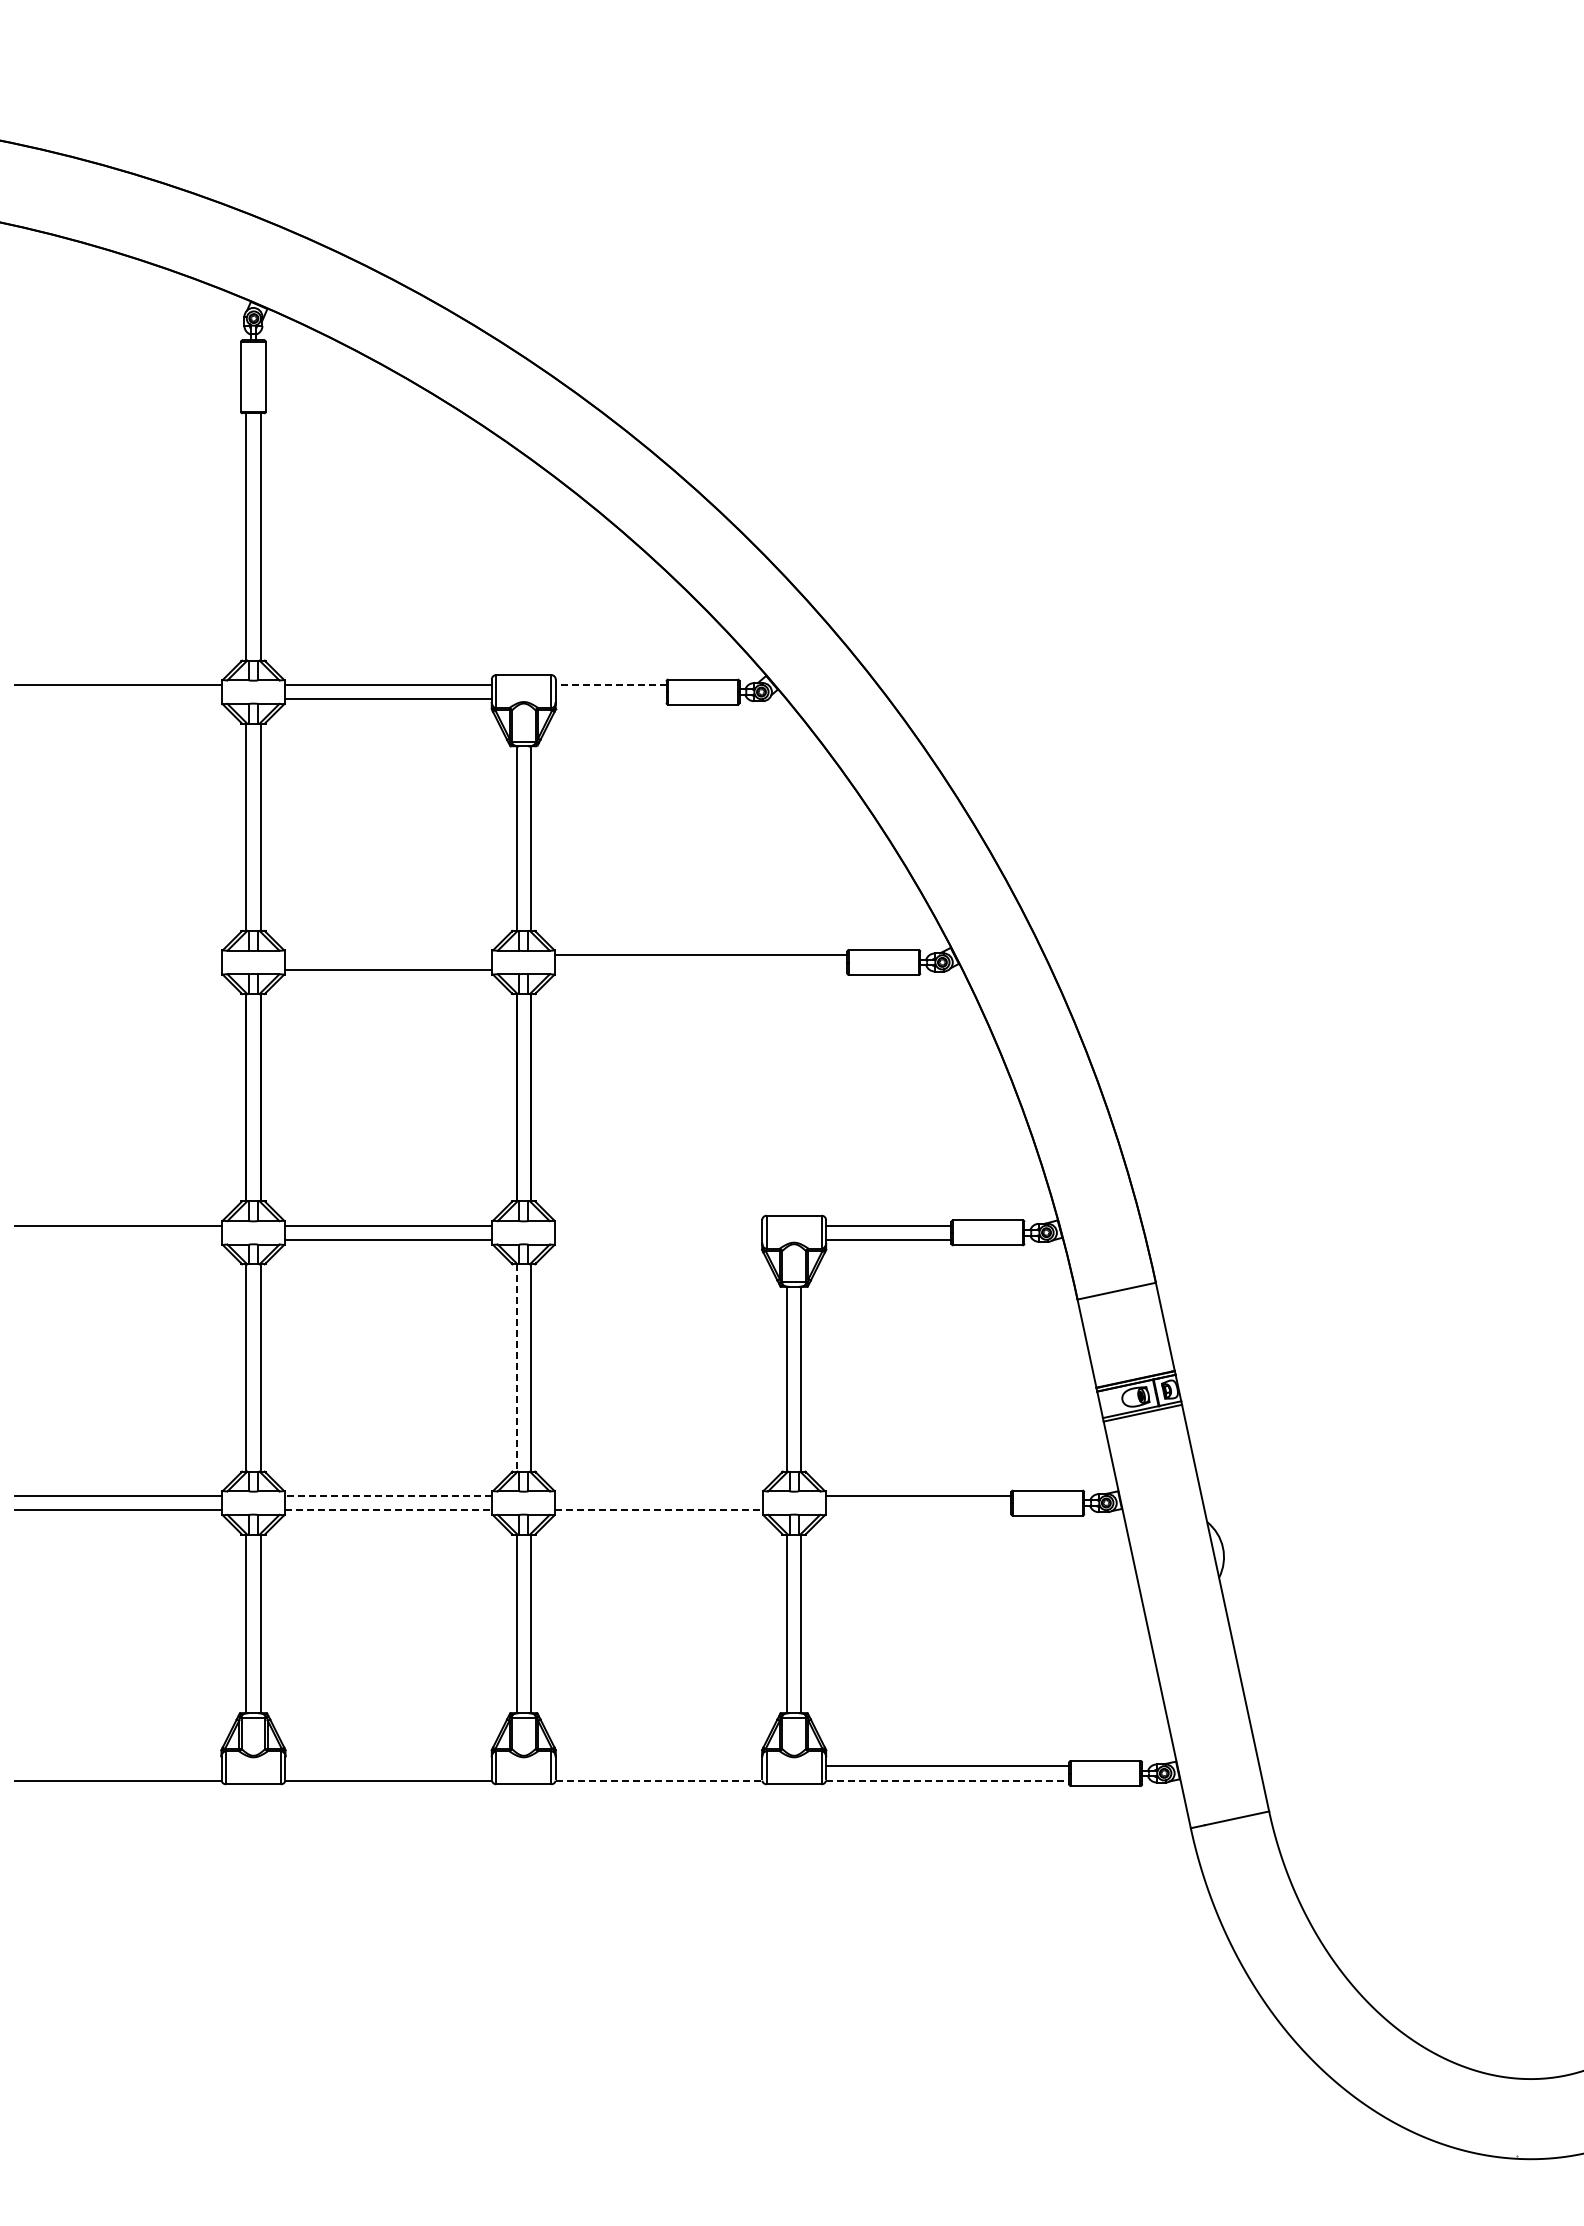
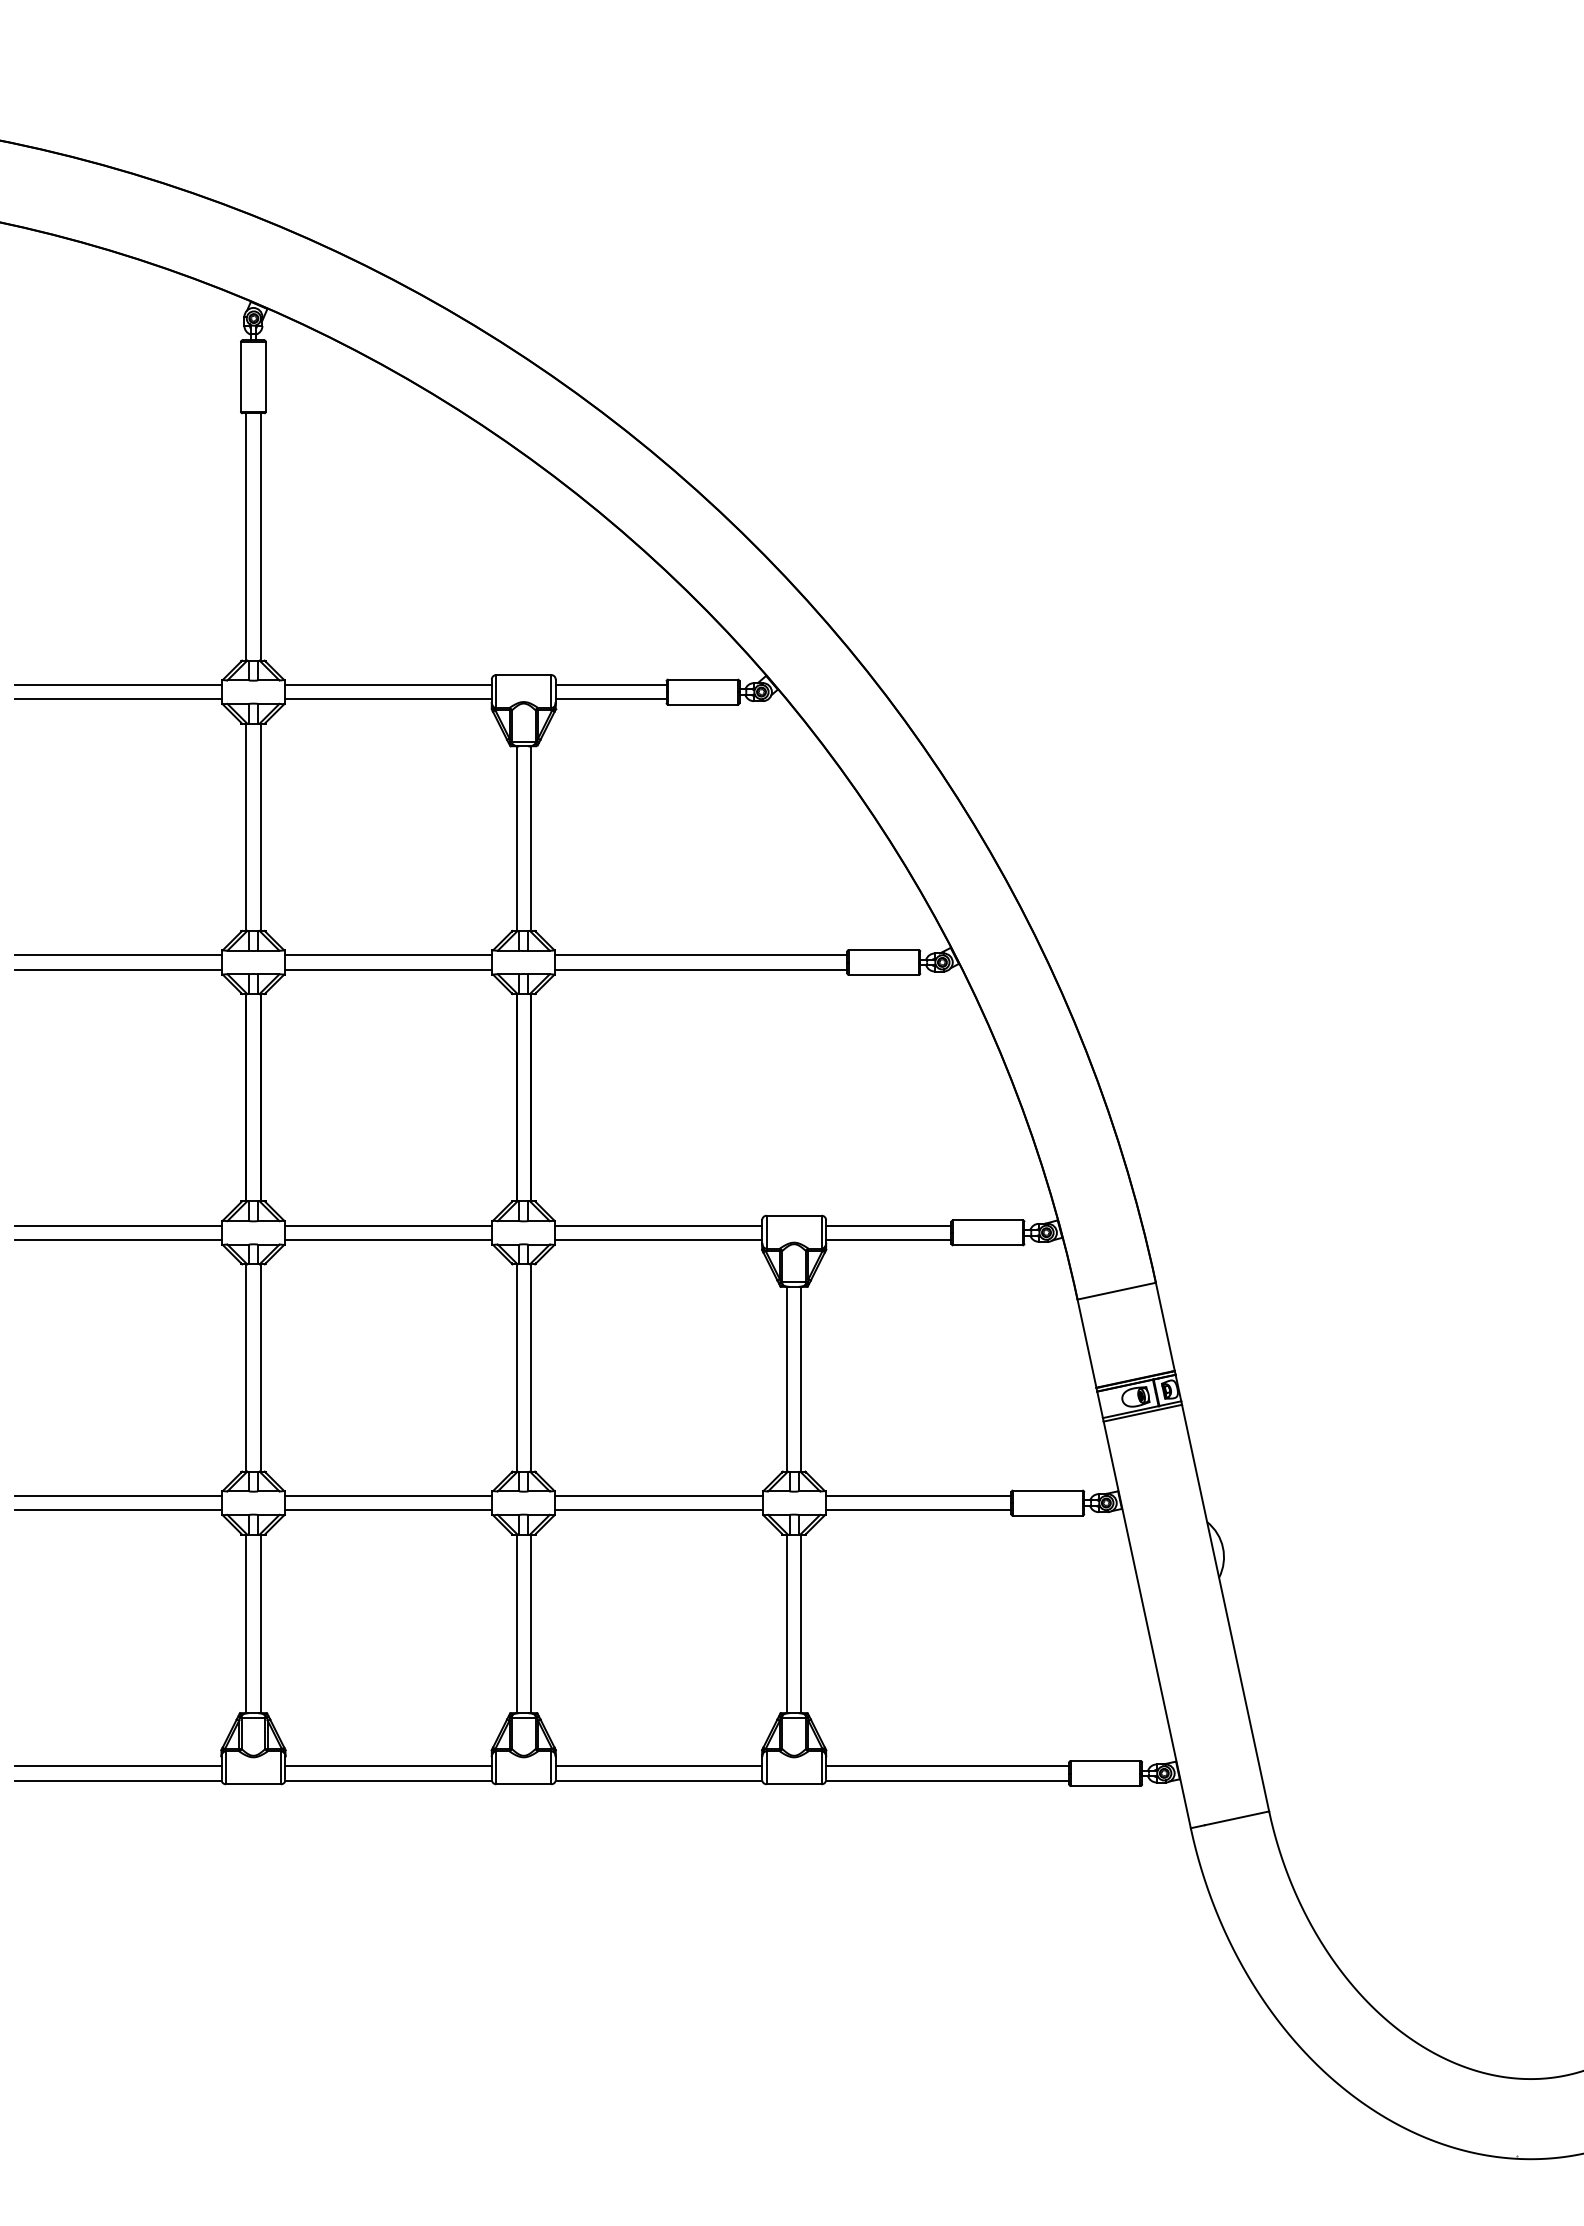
line at (610, 684): dashed -> solid
line at (117, 699): none -> present
line at (610, 699): none -> present
line at (117, 955): none -> present
line at (388, 955): none -> present
line at (117, 969): none -> present
line at (701, 969): none -> present
line at (658, 1225): none -> present
line at (117, 1240): none -> present
line at (658, 1240): none -> present
line at (516, 1368): dashed -> solid
line at (388, 1495): dashed -> solid
line at (658, 1495): none -> present
line at (388, 1510): dashed -> solid
line at (658, 1510): dashed -> solid
line at (918, 1510): none -> present
line at (118, 1766): none -> present
line at (388, 1766): none -> present
line at (658, 1766): none -> present
line at (659, 1780): dashed -> solid
line at (947, 1780): dashed -> solid
